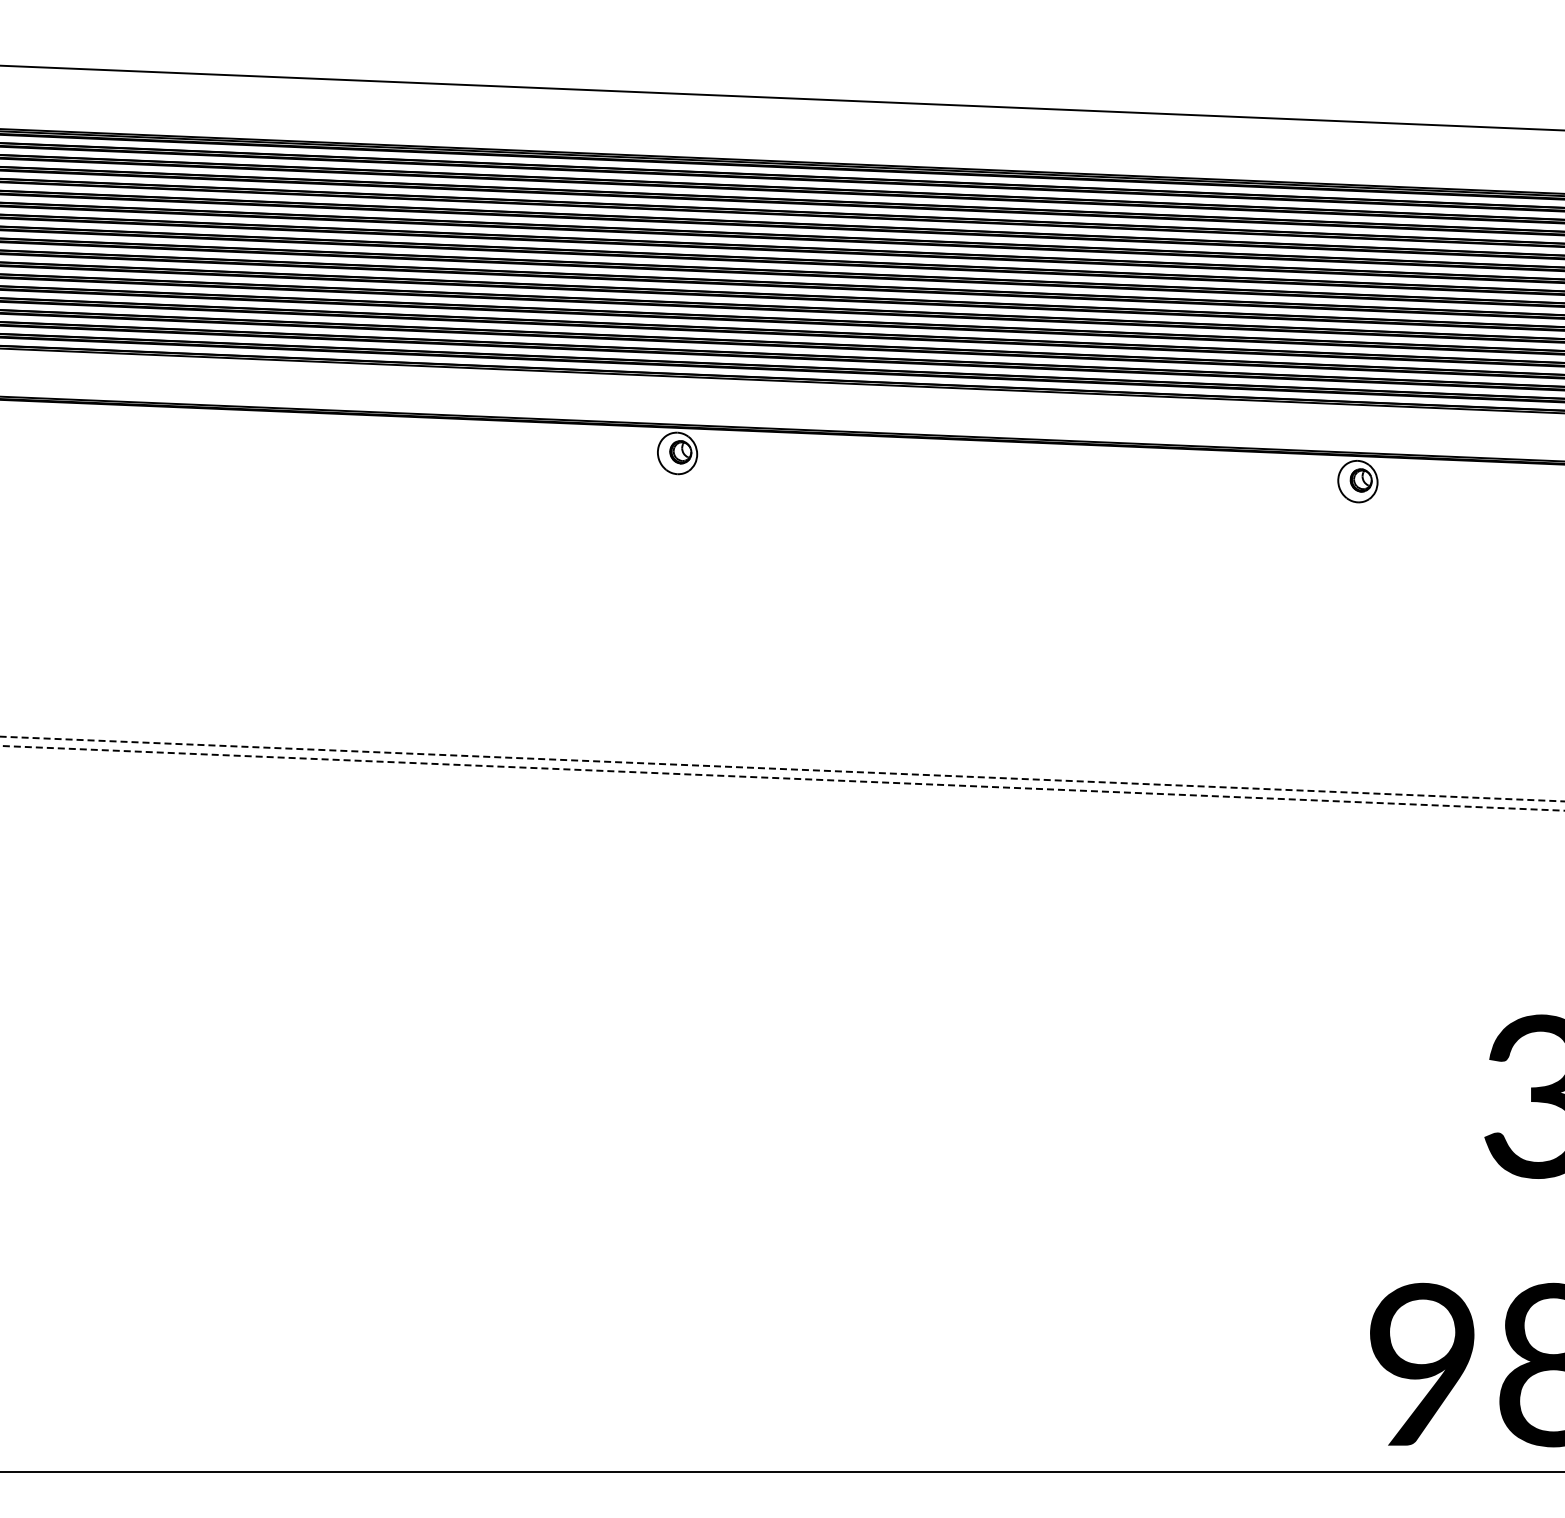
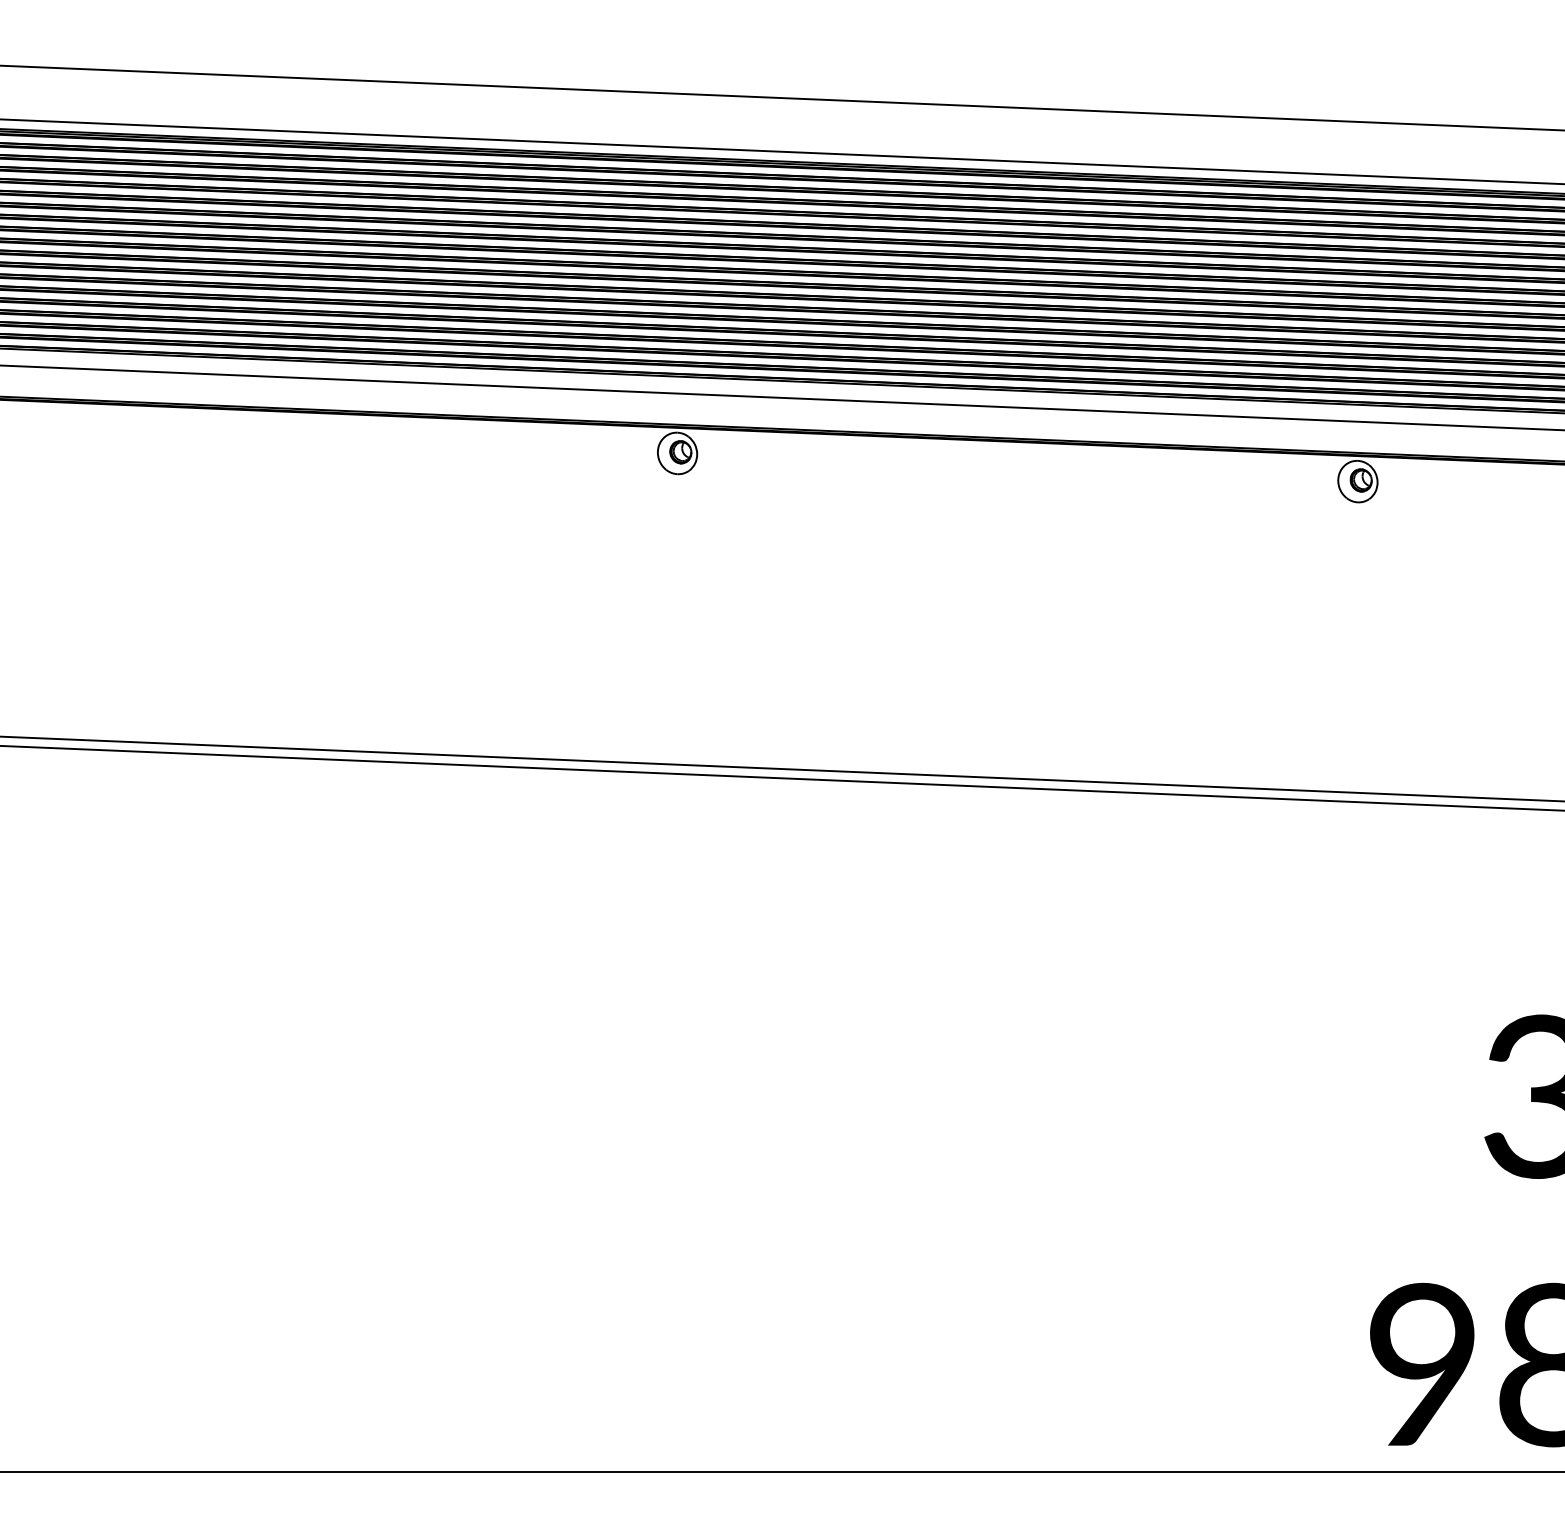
line at (781, 151): none -> present
line at (781, 397): none -> present
line at (782, 769): dashed -> solid
line at (782, 778): dashed -> solid
